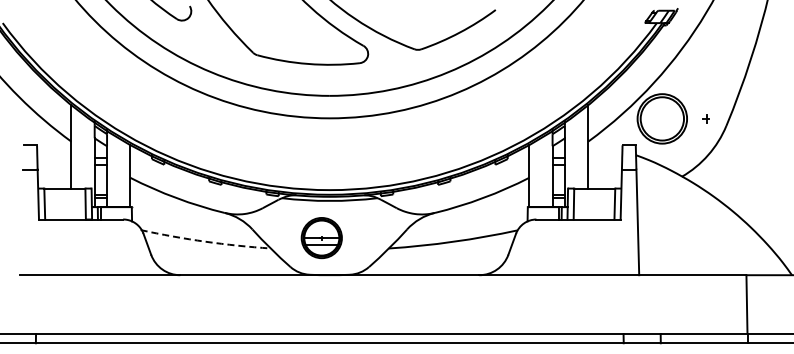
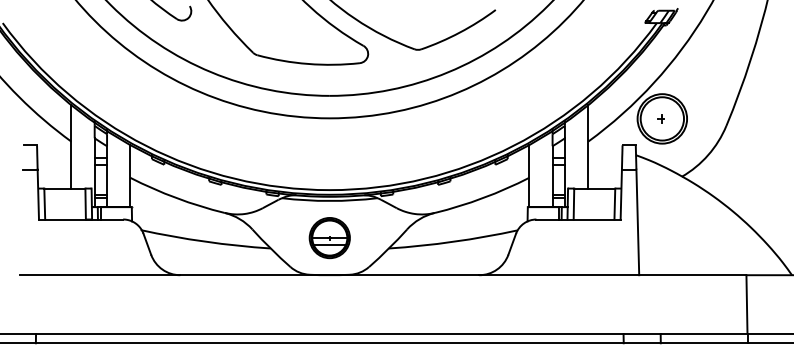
part at (705, 118) position: (705, 118) -> (660, 118)
part at (321, 238) position: (321, 238) -> (329, 238)
arc at (205, 241): dashed -> solid
